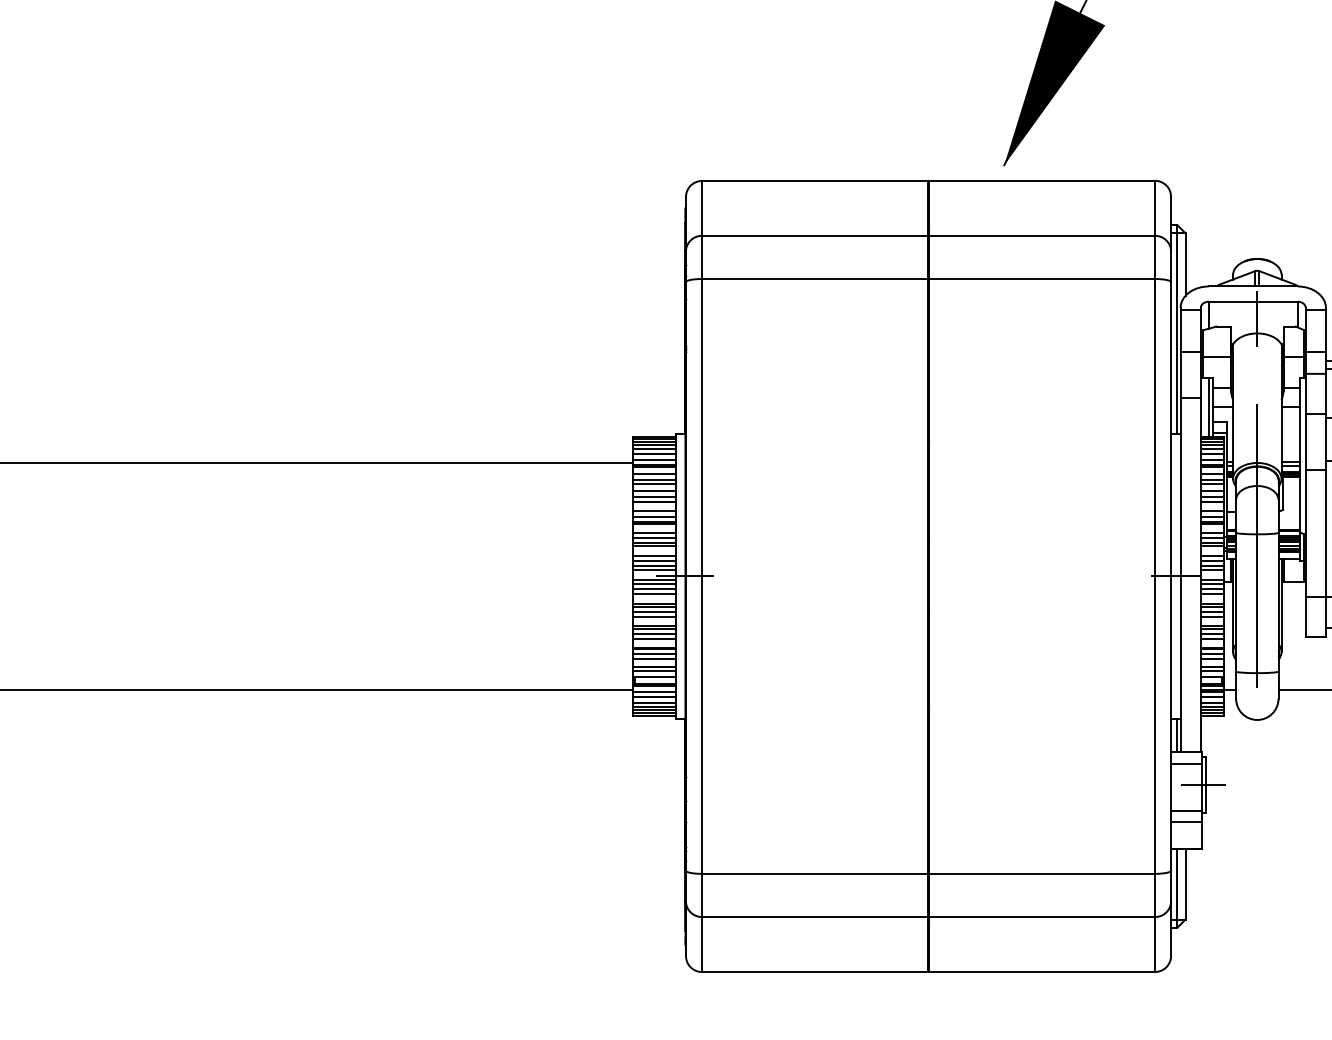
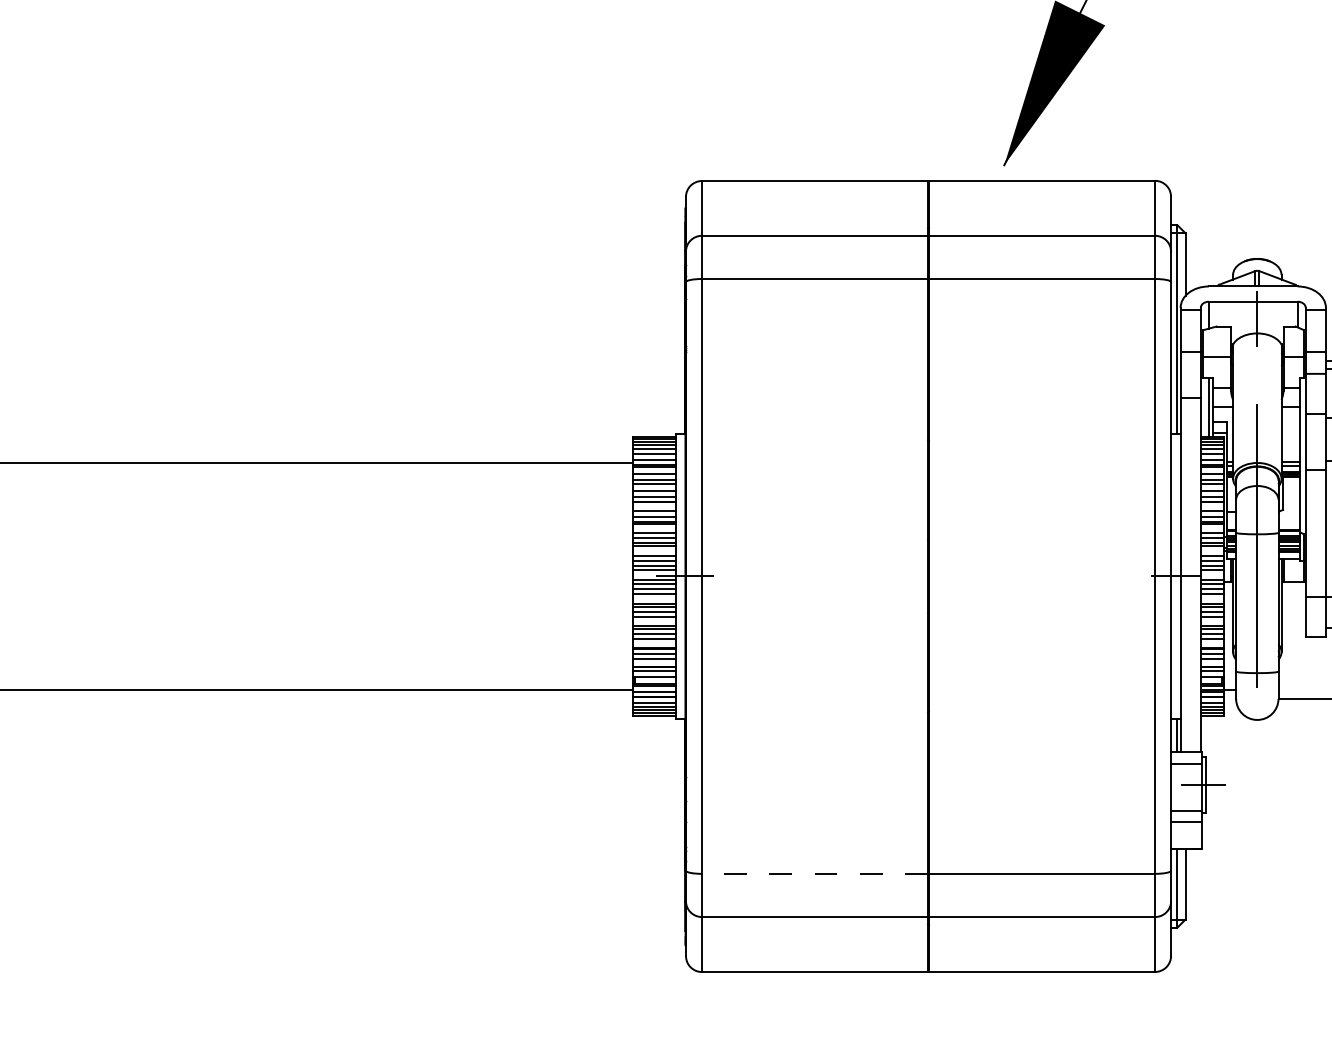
line at (1303, 689) position: (1303, 689) -> (1303, 698)
line at (814, 873): solid -> dashed
